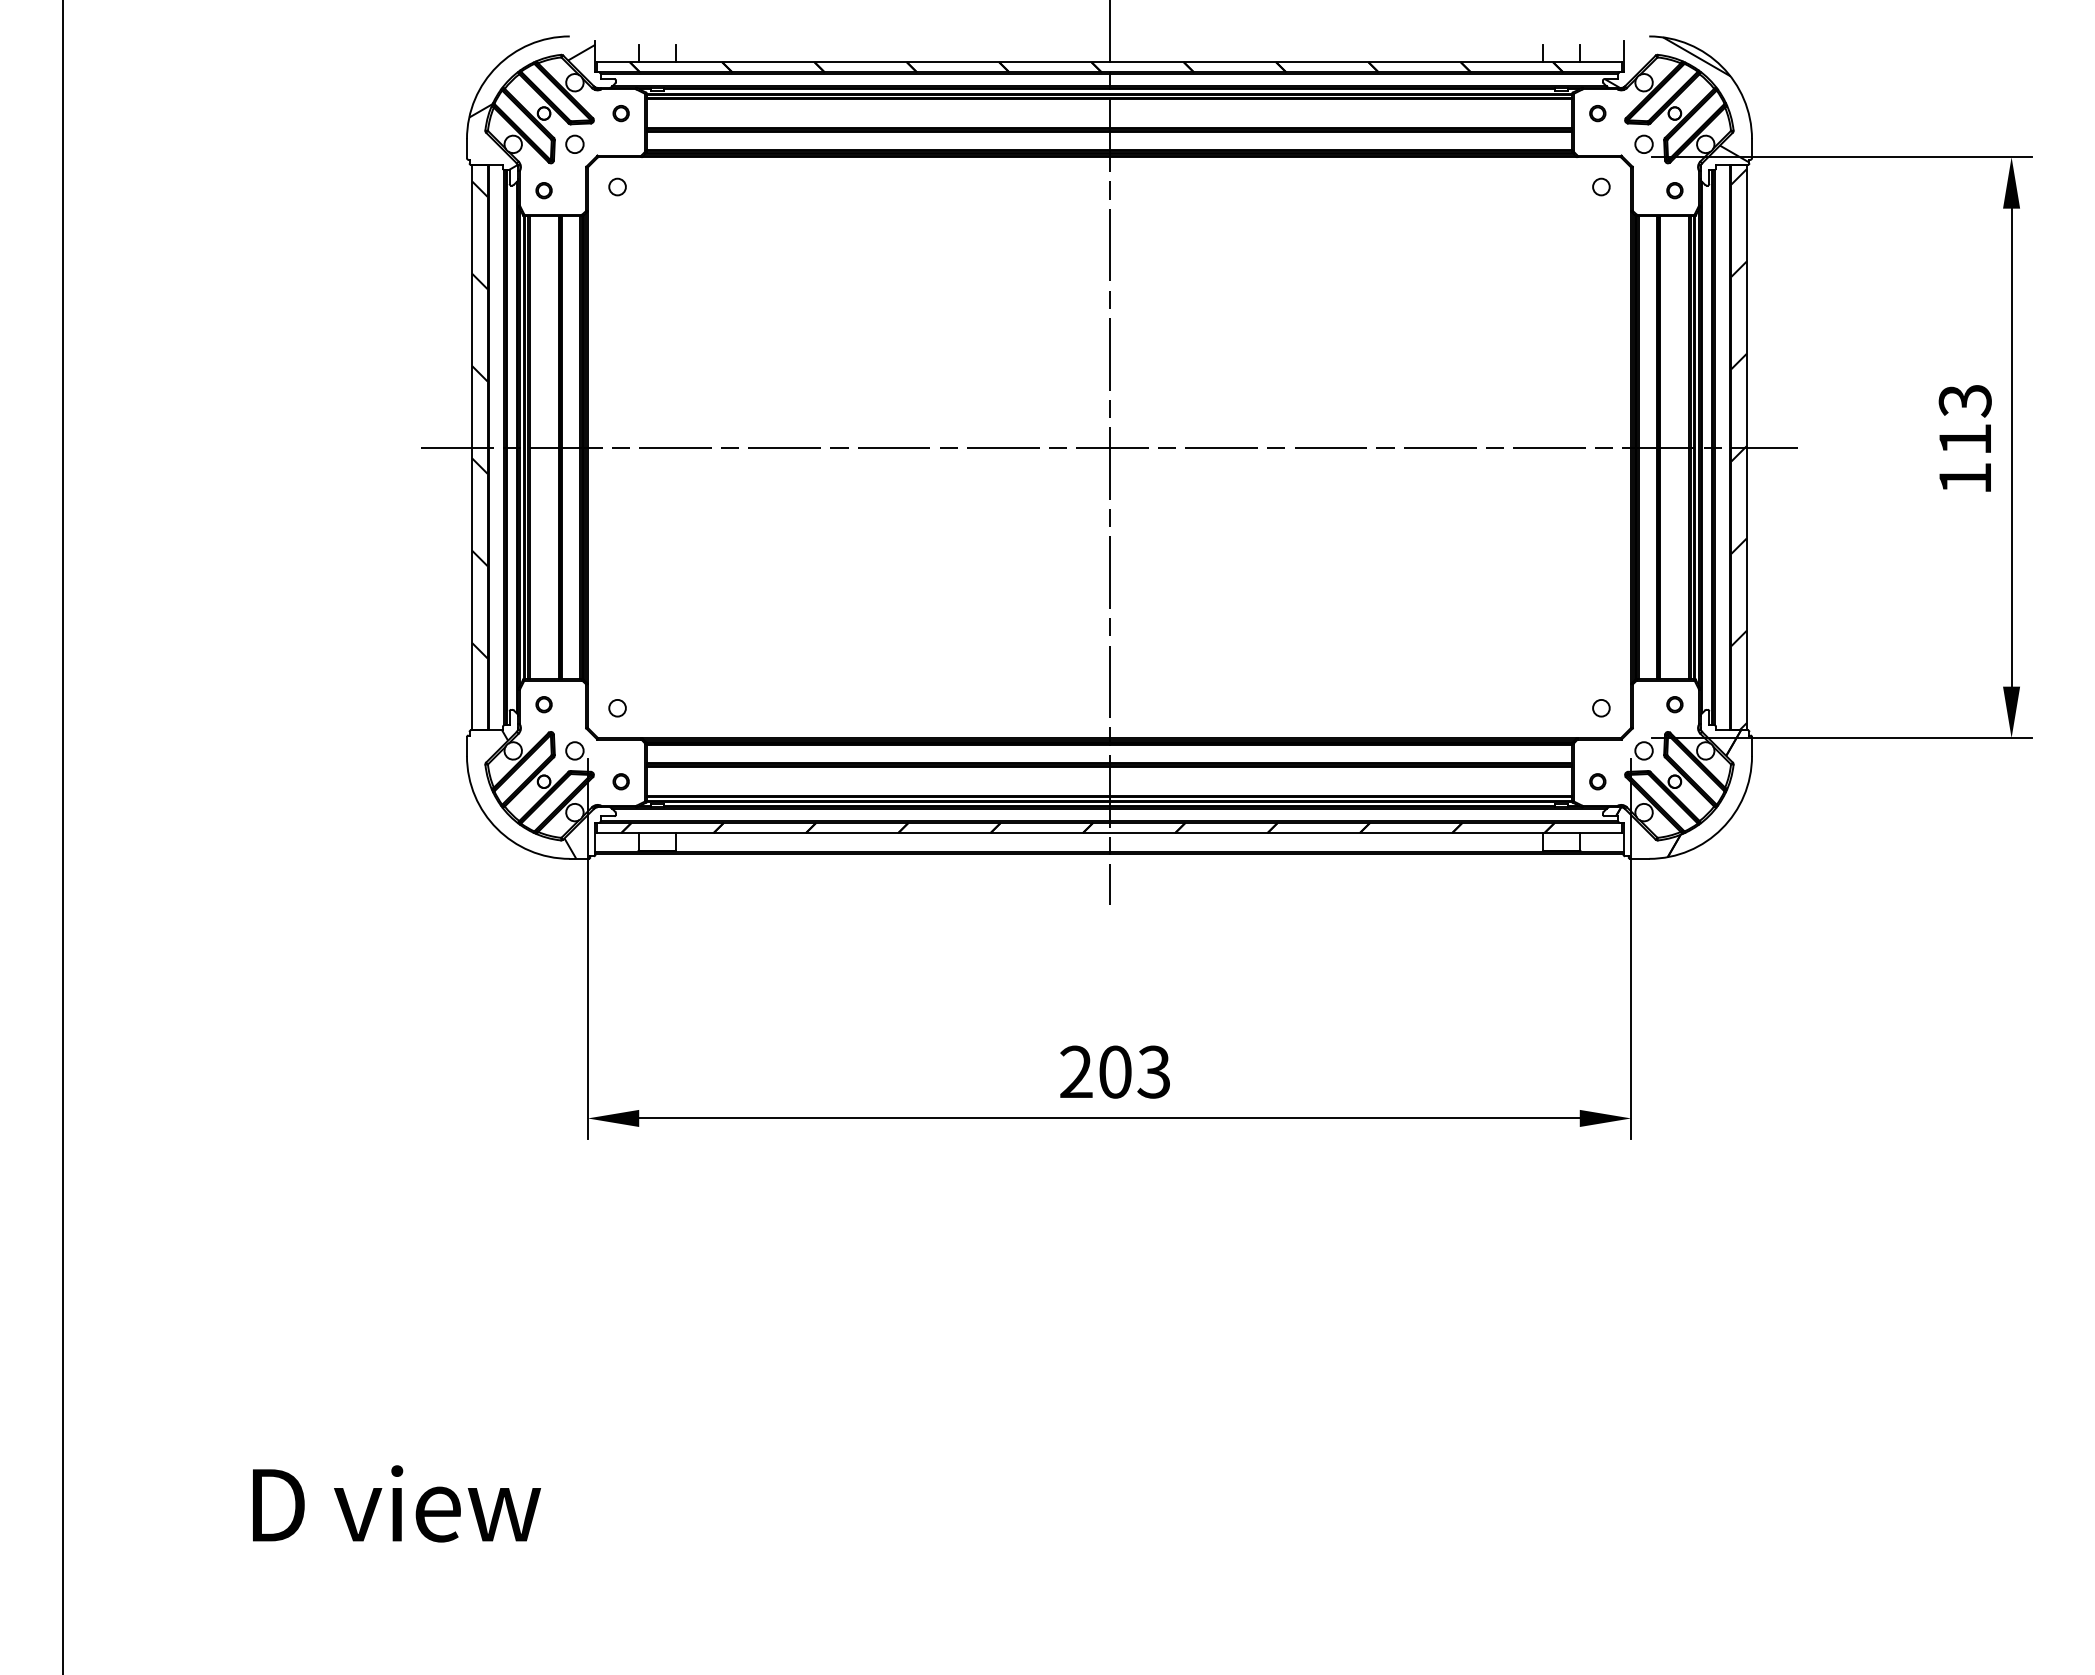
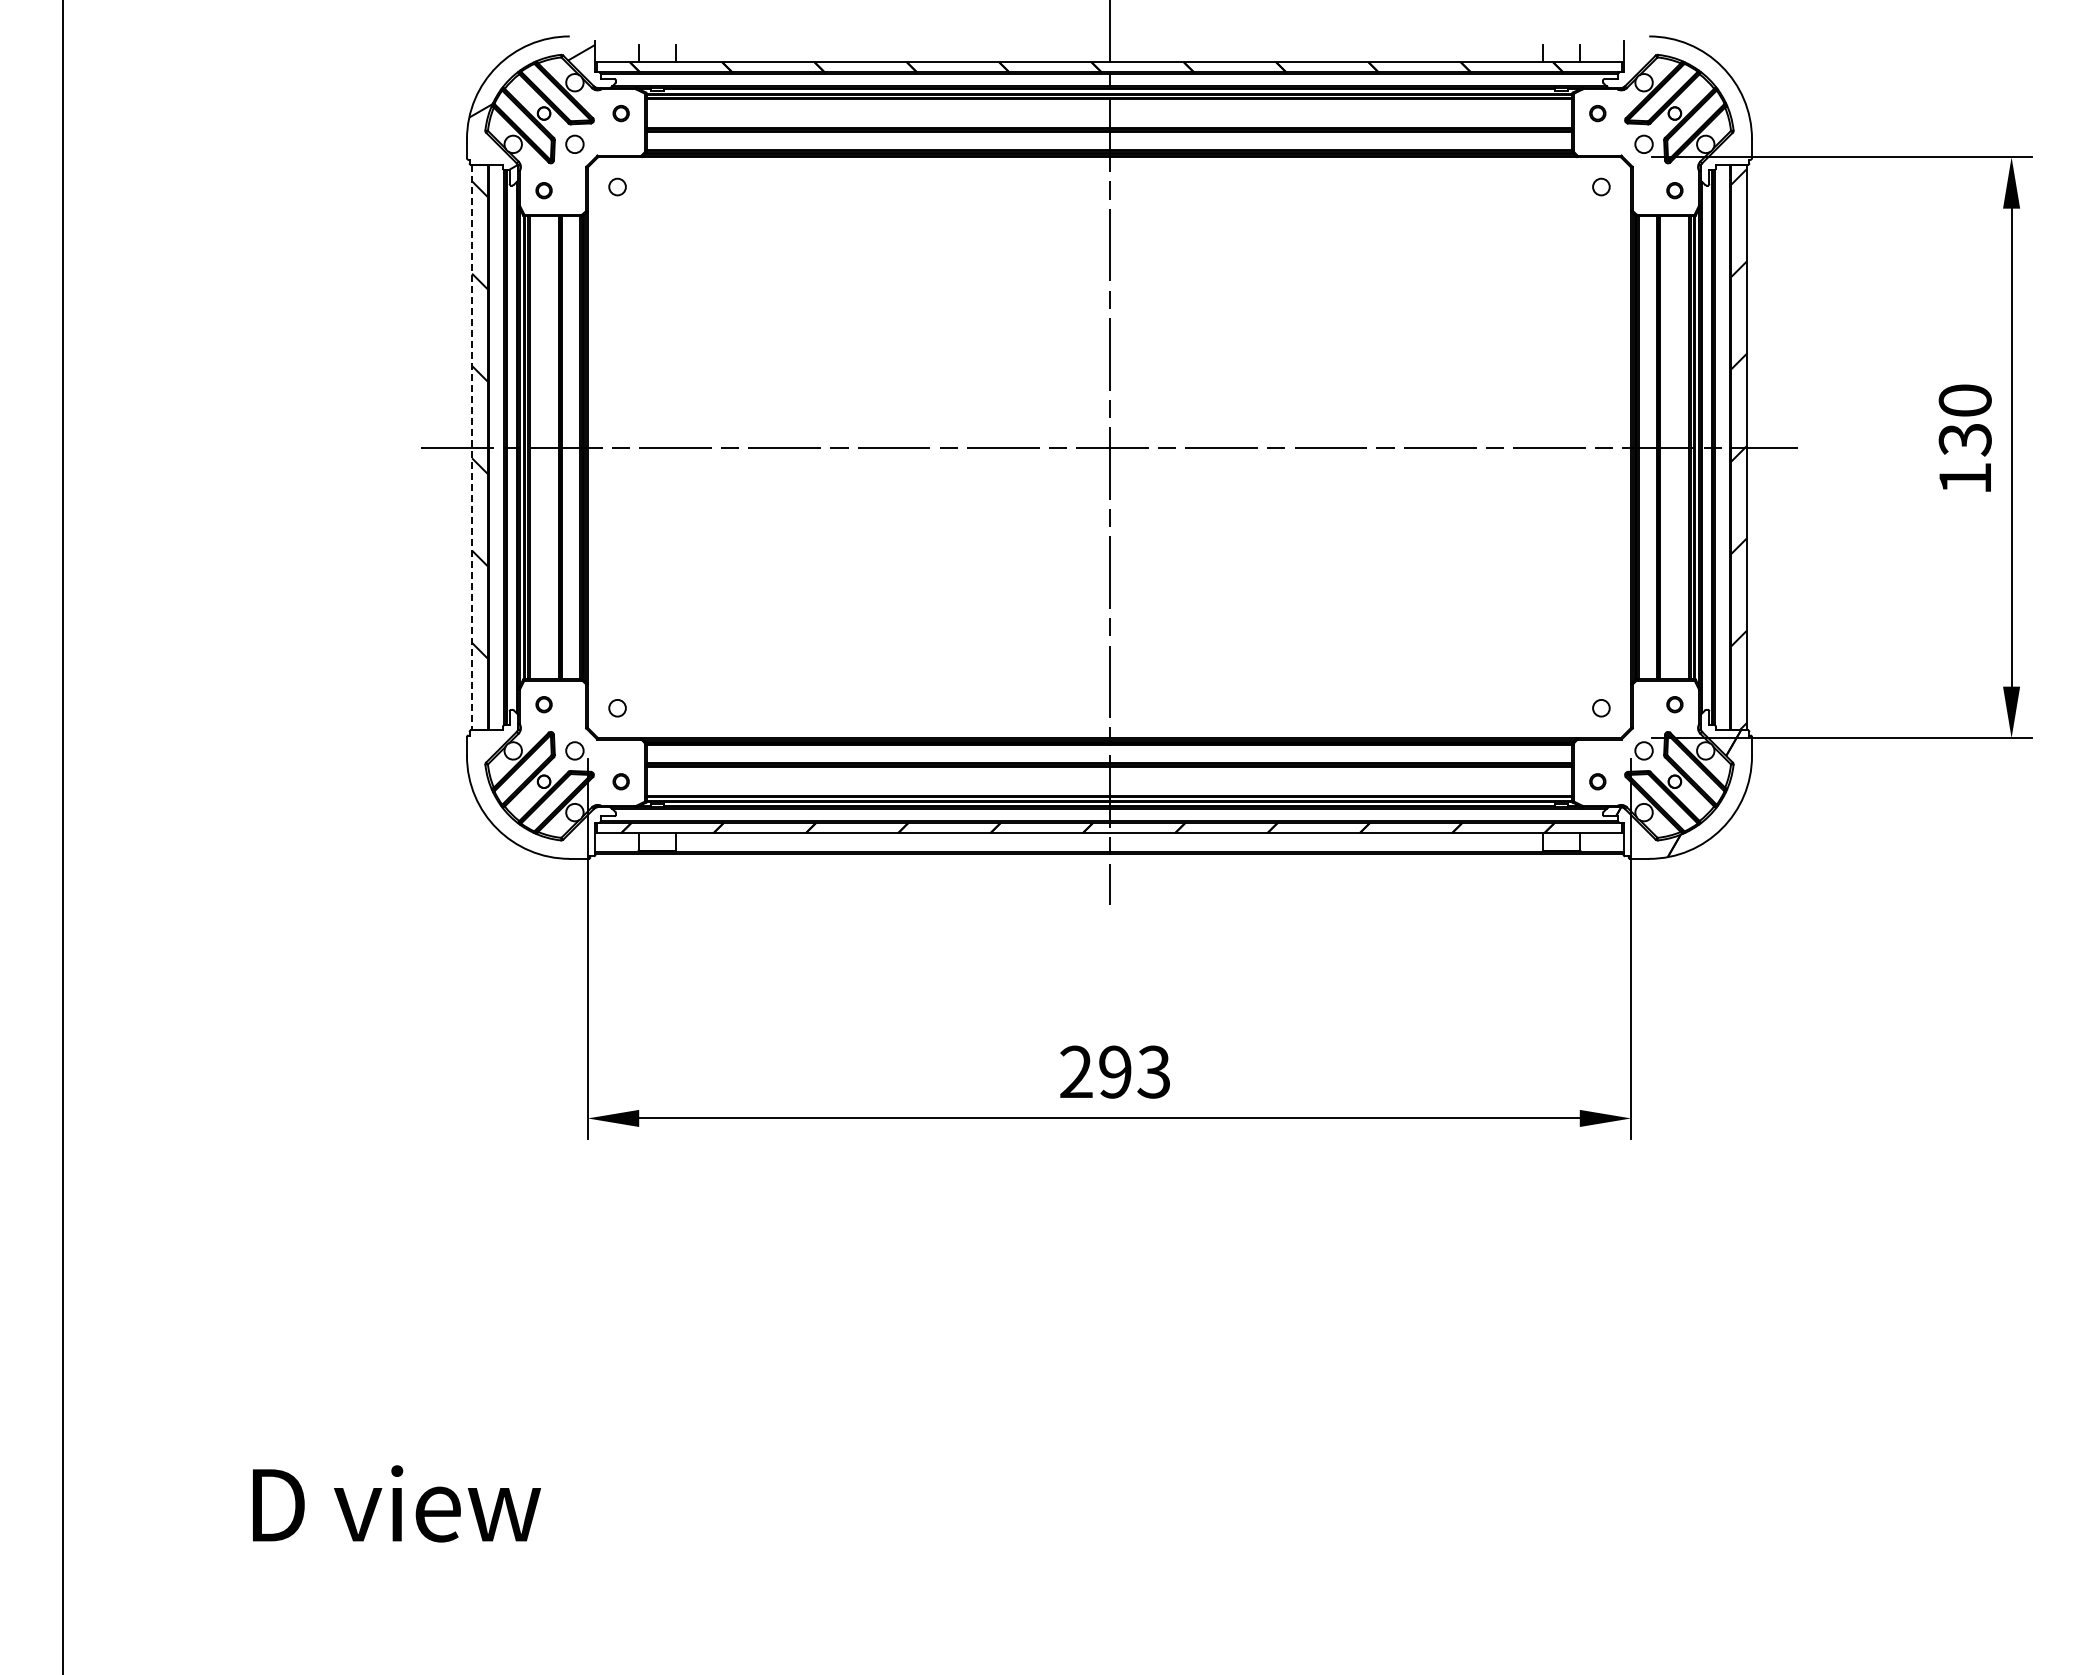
hatch at (1676, 99): present -> none
text at (1964, 420): 113 -> 130
line at (472, 447): solid -> dashed
hatch at (539, 794): present -> none
text at (1115, 1071): 203 -> 293
